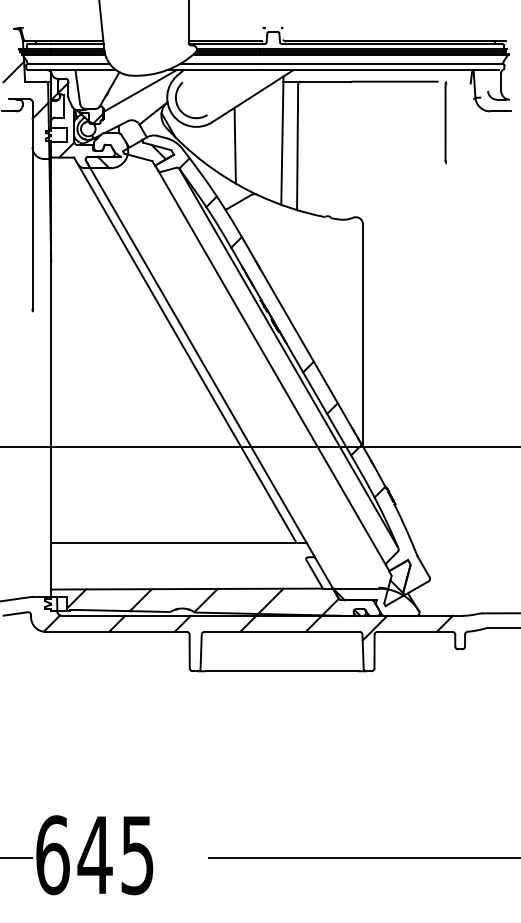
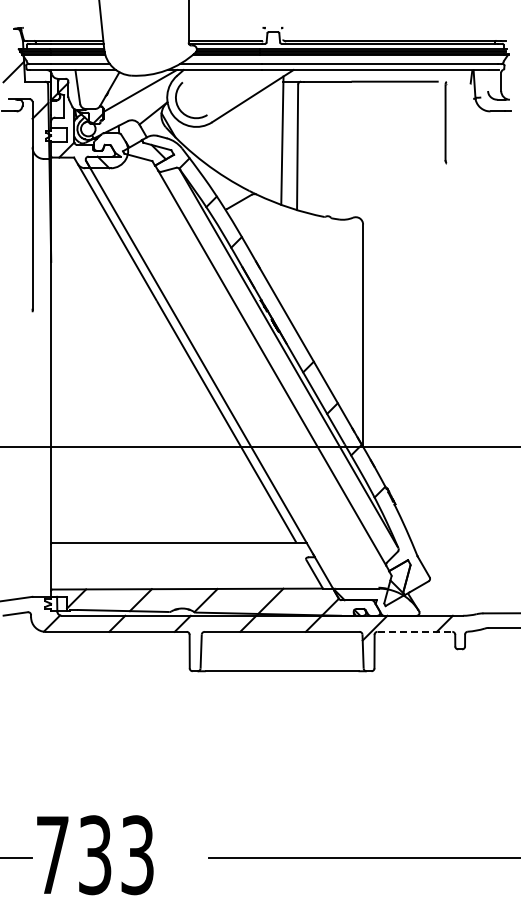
line at (234, 145): present -> none
line at (415, 631): solid -> dashed
text at (94, 855): 645 -> 733
